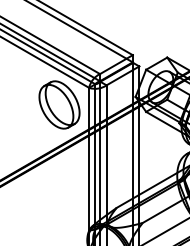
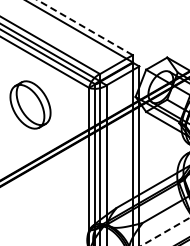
line at (85, 27): solid -> dashed
part at (59, 104) position: (59, 104) -> (30, 104)
line at (165, 231): solid -> dashed
